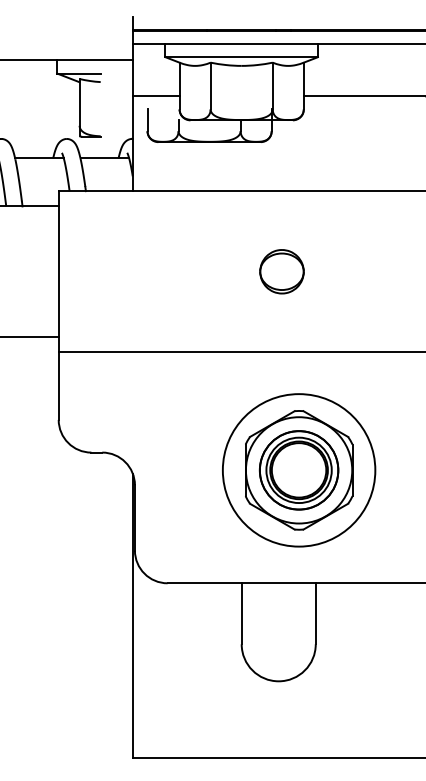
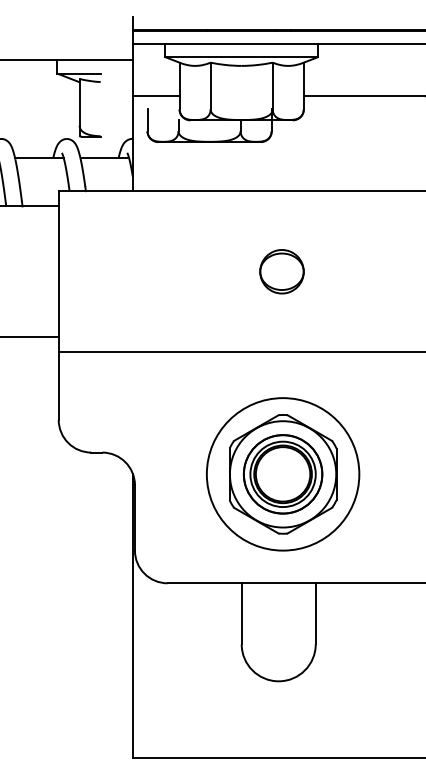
part at (299, 470) position: (299, 470) -> (283, 474)
